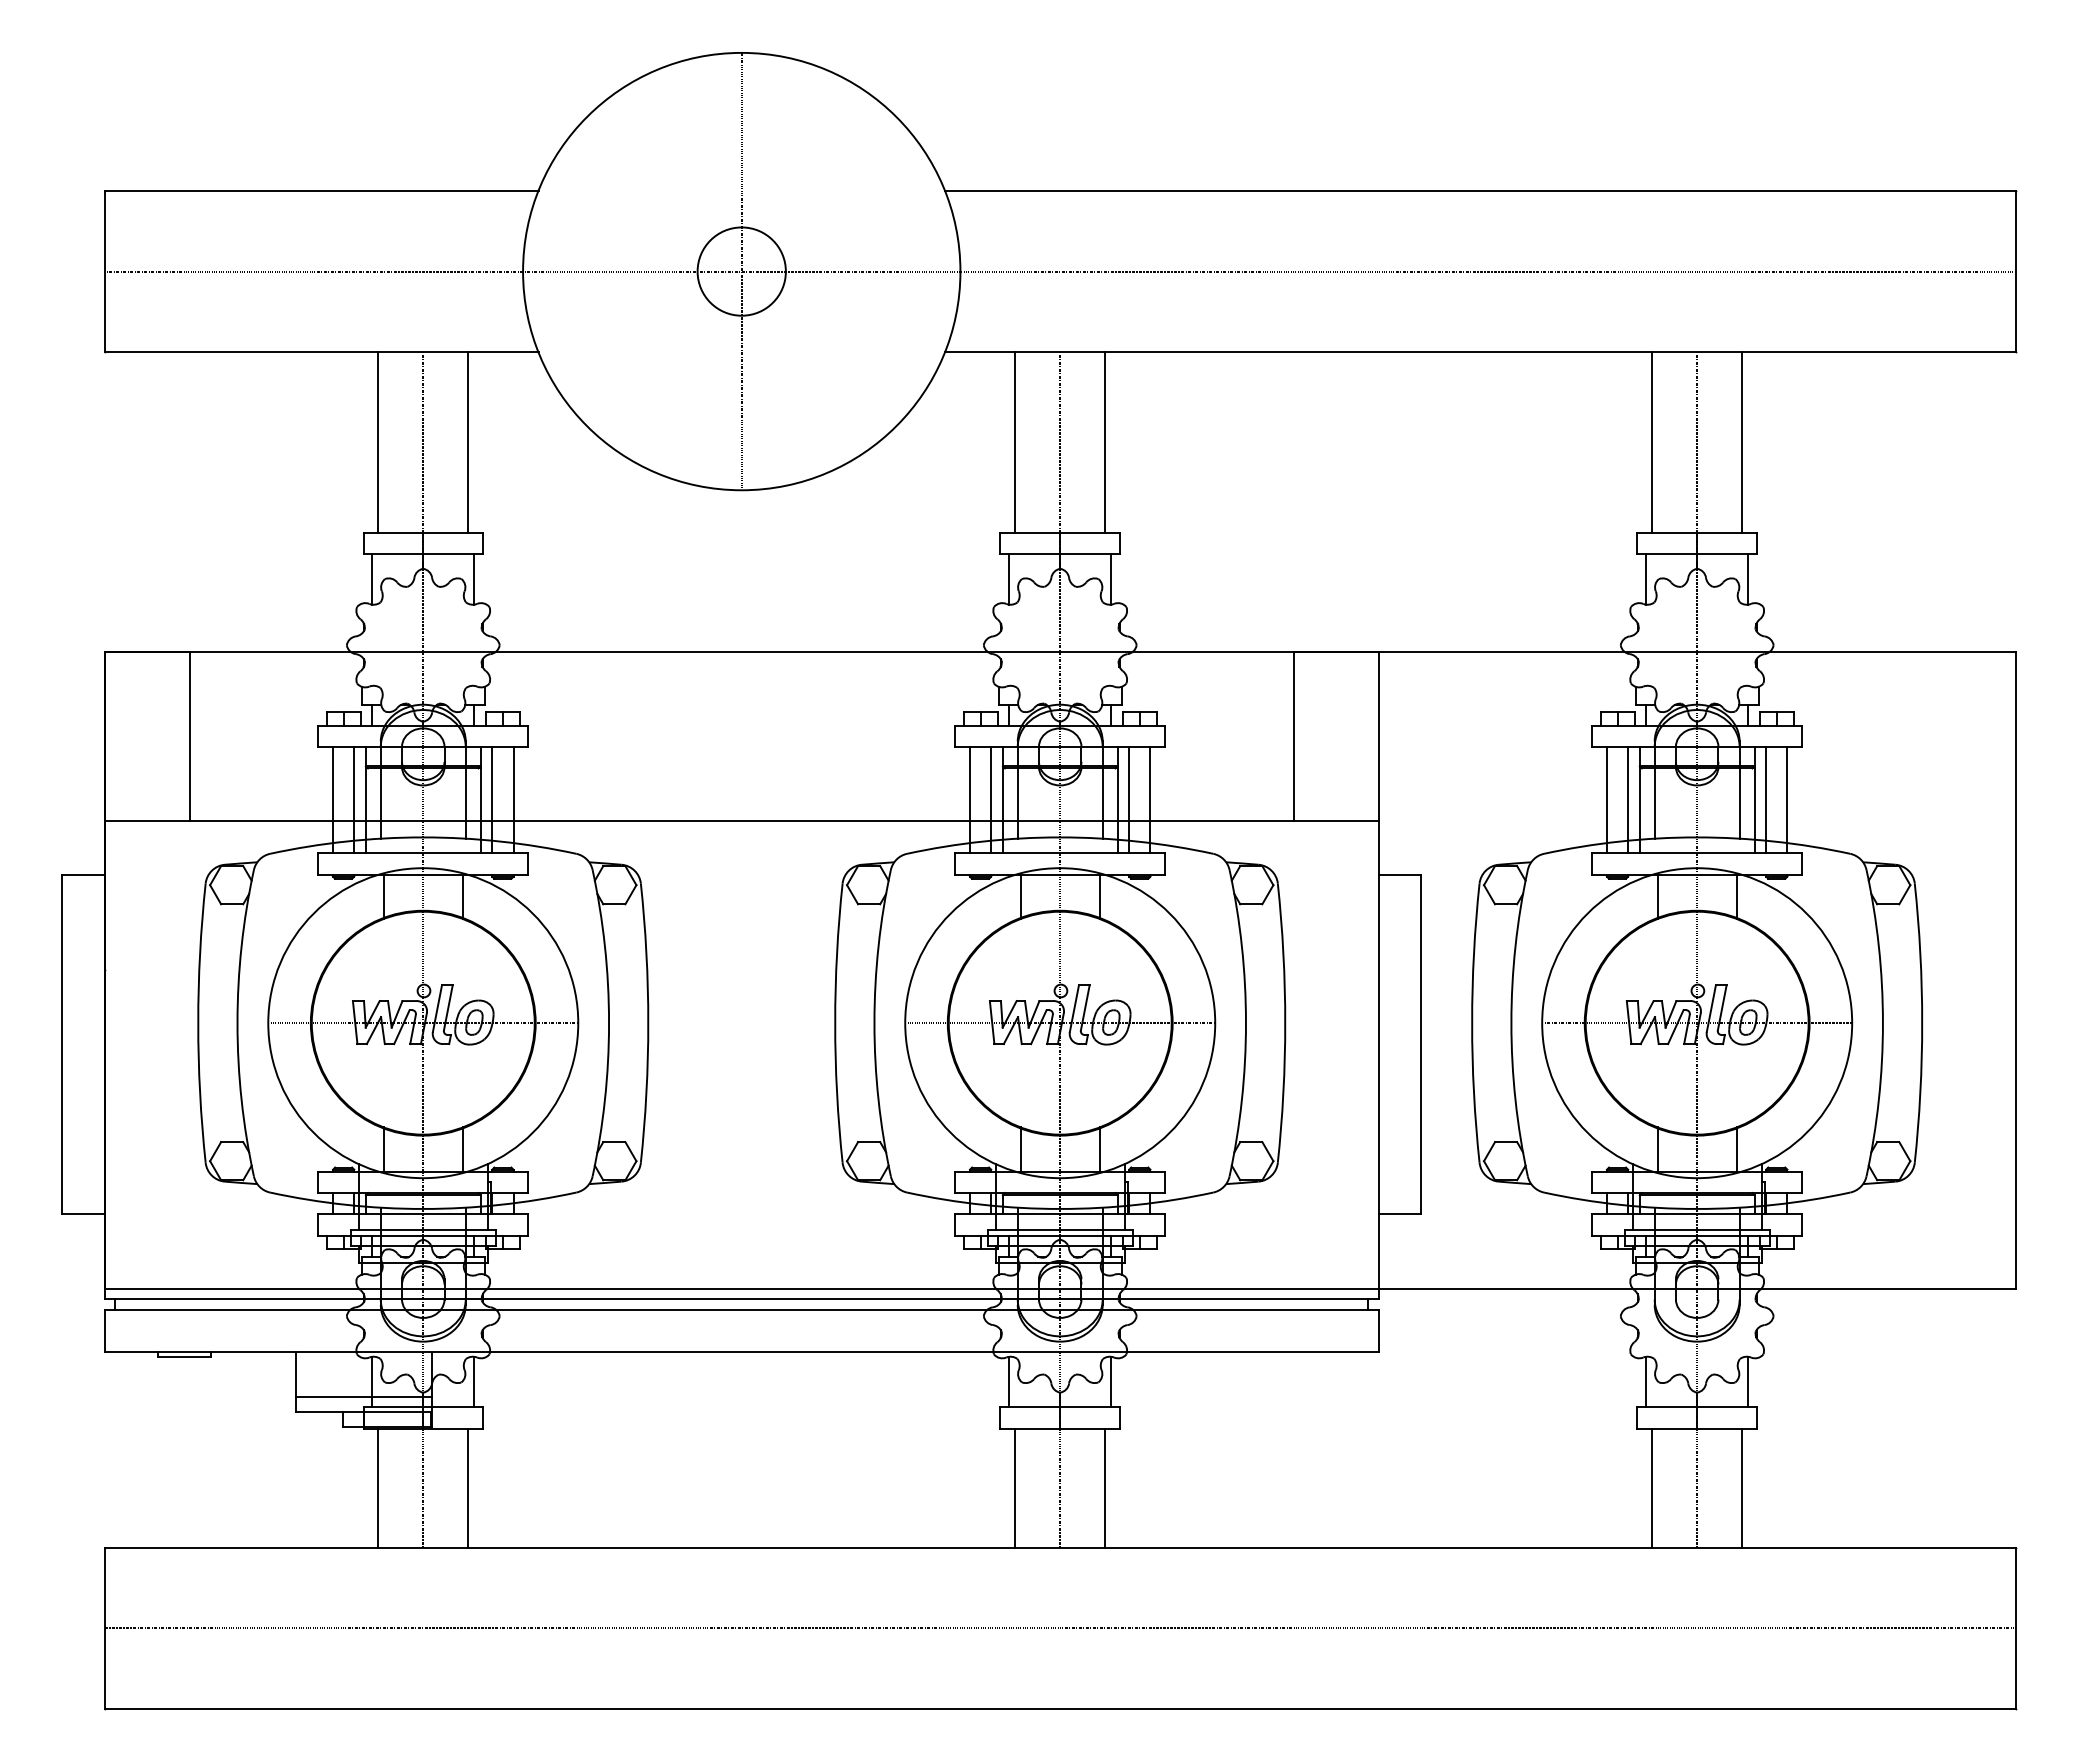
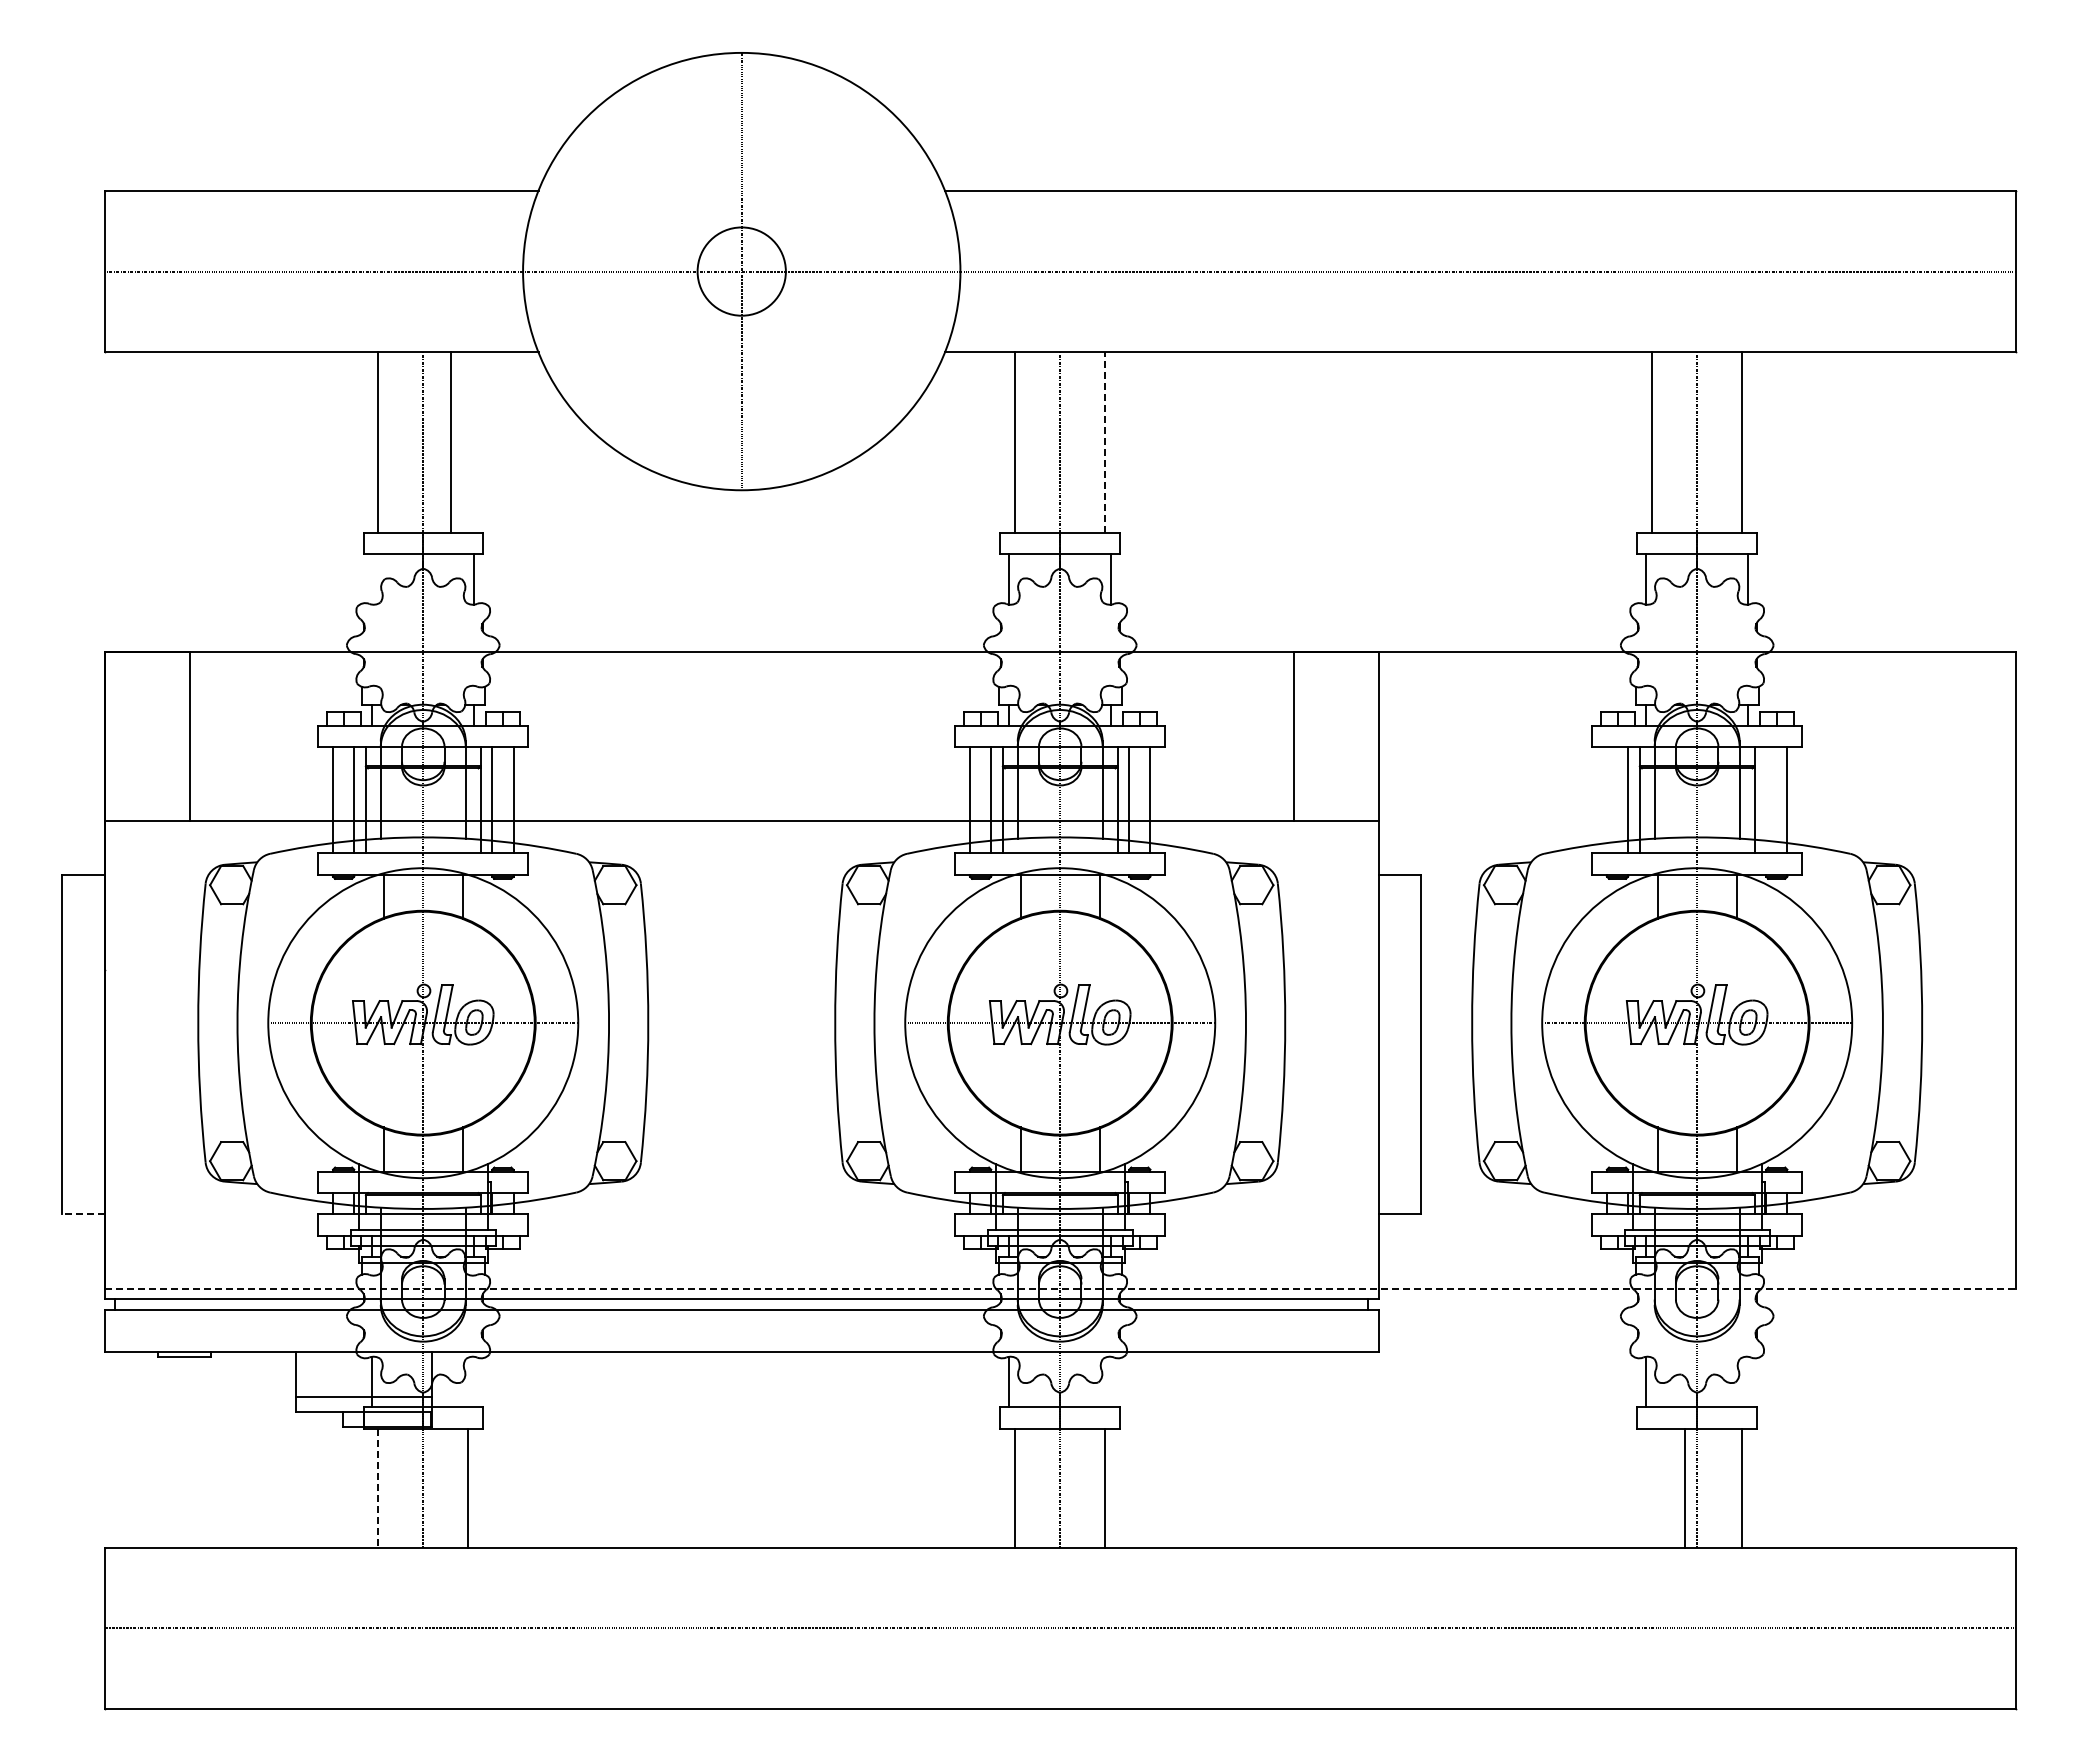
line at (468, 442) position: (468, 442) -> (451, 442)
line at (1105, 442): solid -> dashed
line at (372, 578): present -> none
line at (1606, 800): present -> none
line at (1766, 800): present -> none
line at (83, 1214): solid -> dashed
line at (1060, 1288): solid -> dashed
line at (474, 1381): present -> none
line at (1111, 1381): present -> none
line at (1748, 1381): present -> none
line at (1652, 1487) position: (1652, 1487) -> (1685, 1487)
line at (378, 1488): solid -> dashed
